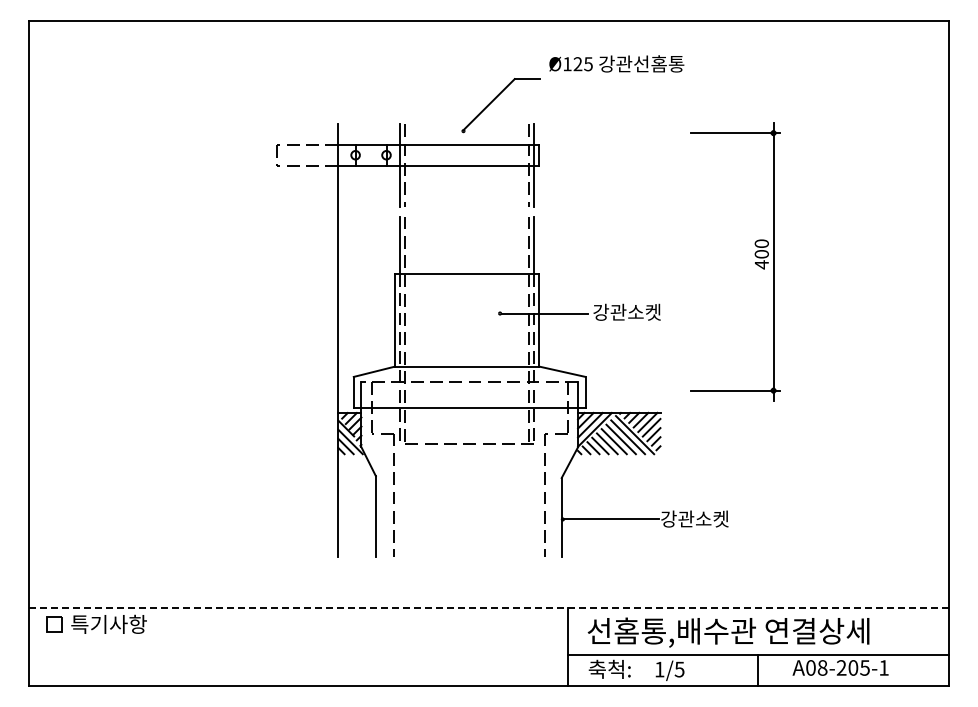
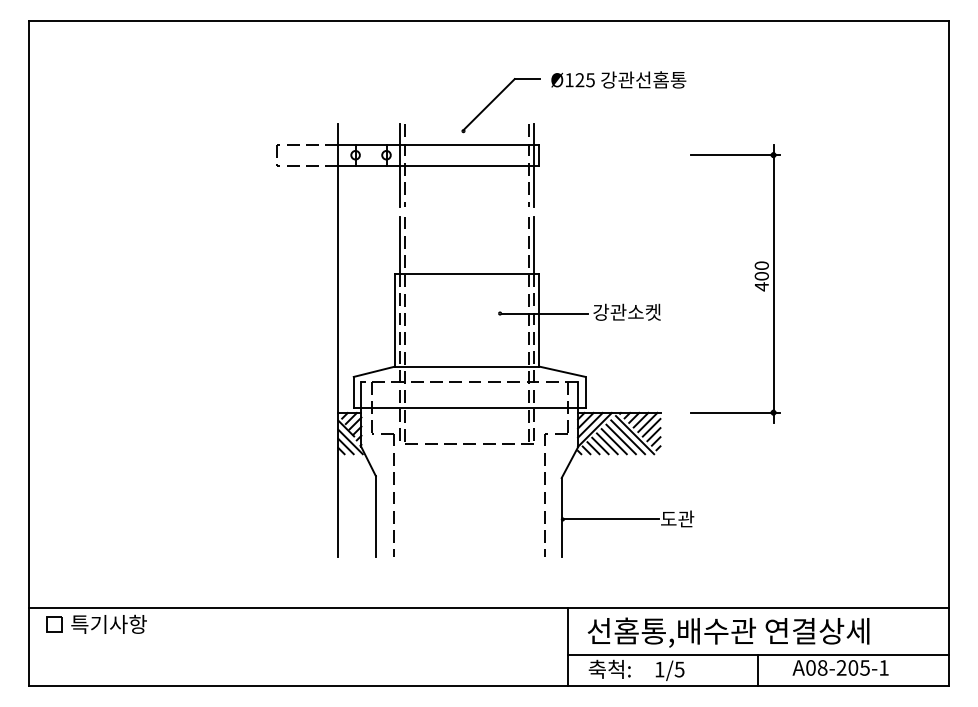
text at (616, 63) position: (616, 63) -> (618, 79)
part at (755, 262) position: (755, 262) -> (755, 284)
text at (694, 518): 강관소켓 -> 도관
line at (489, 608): dashed -> solid
